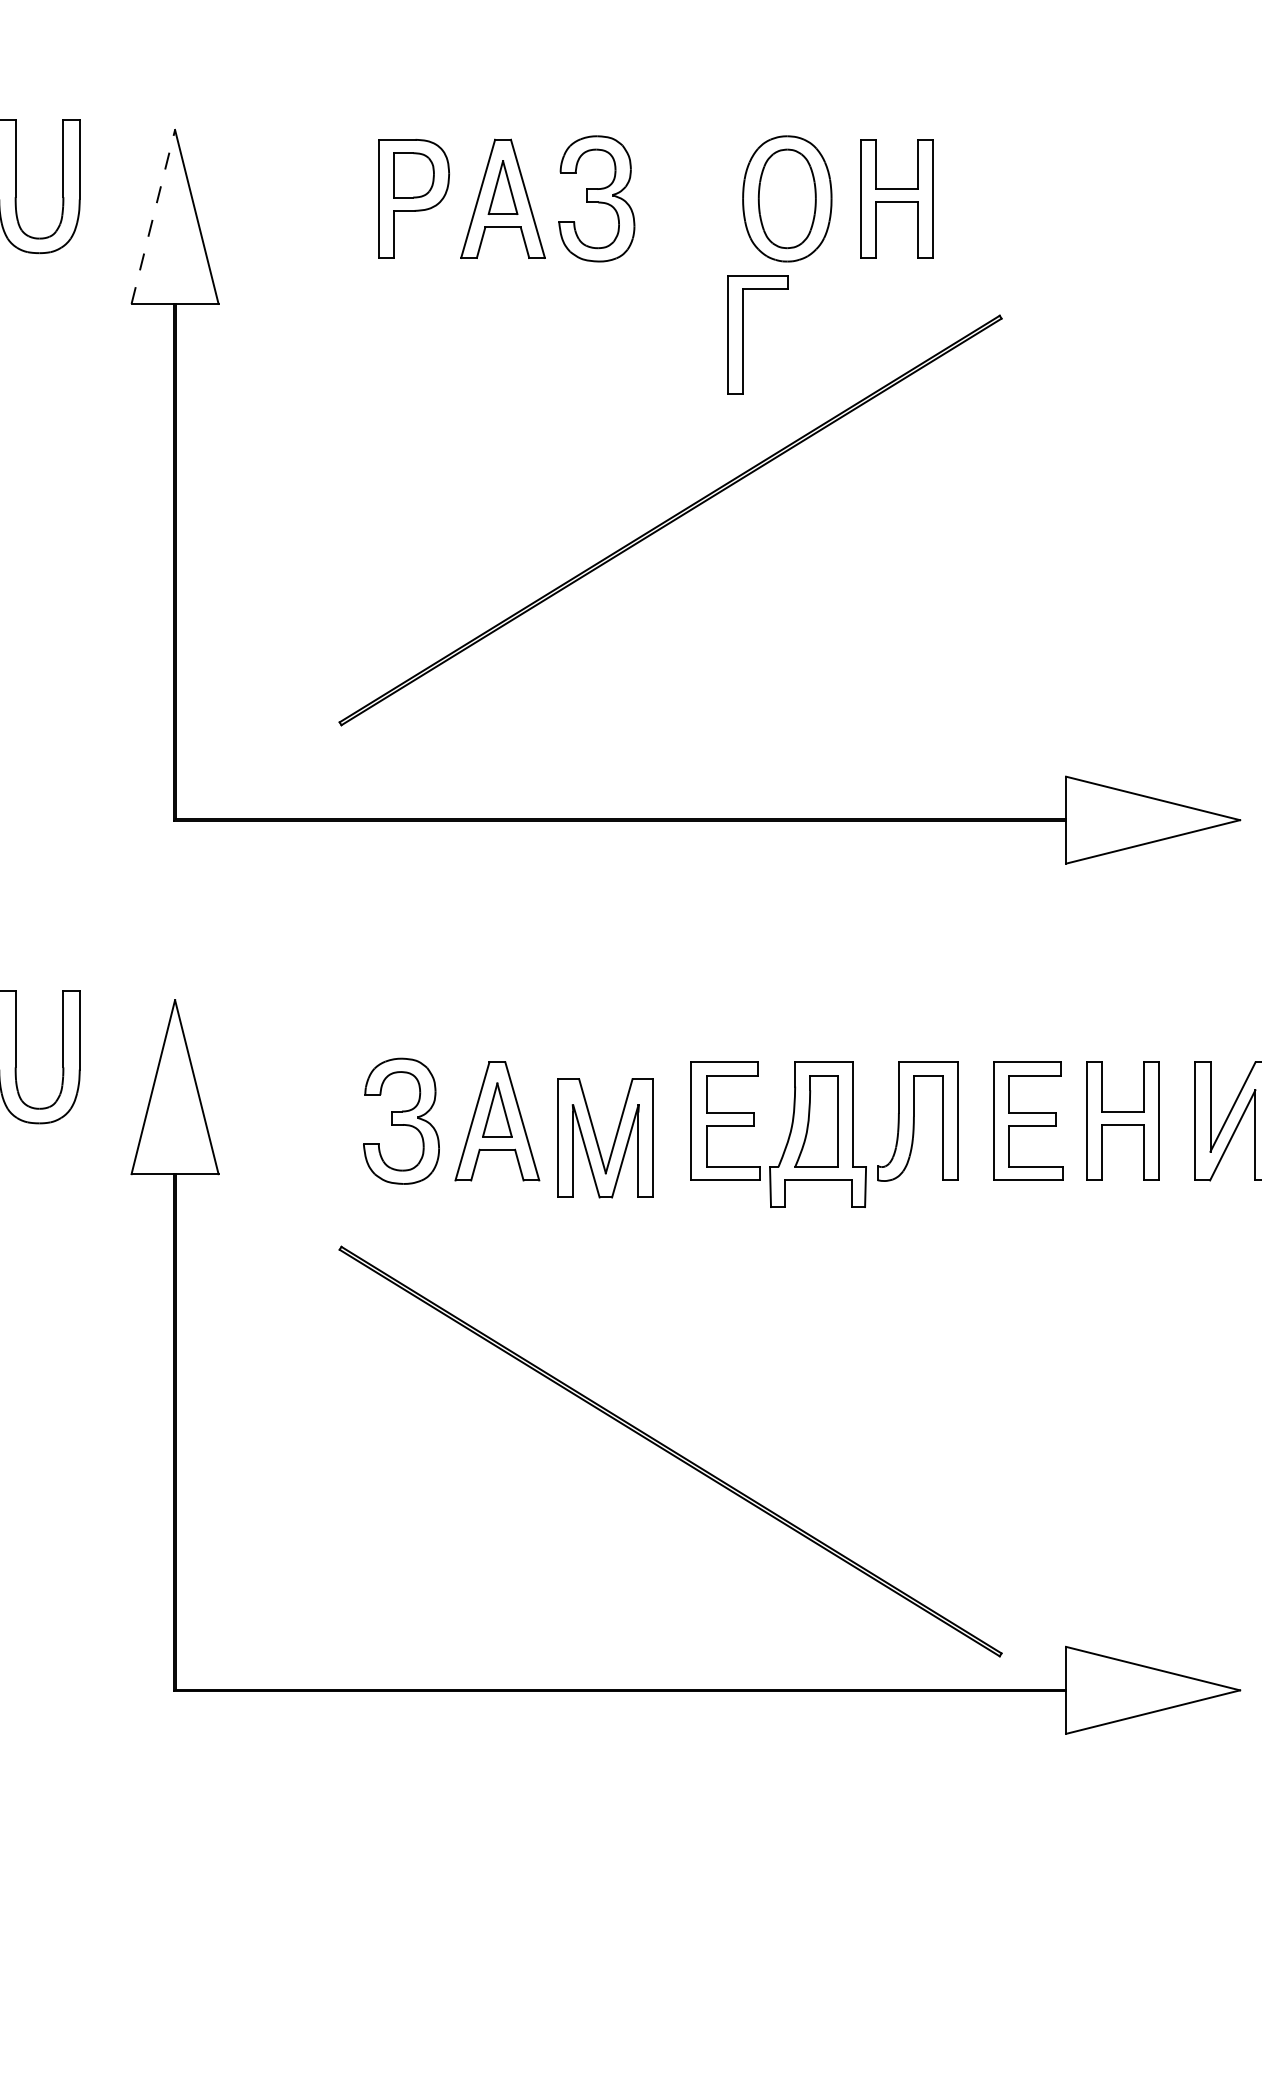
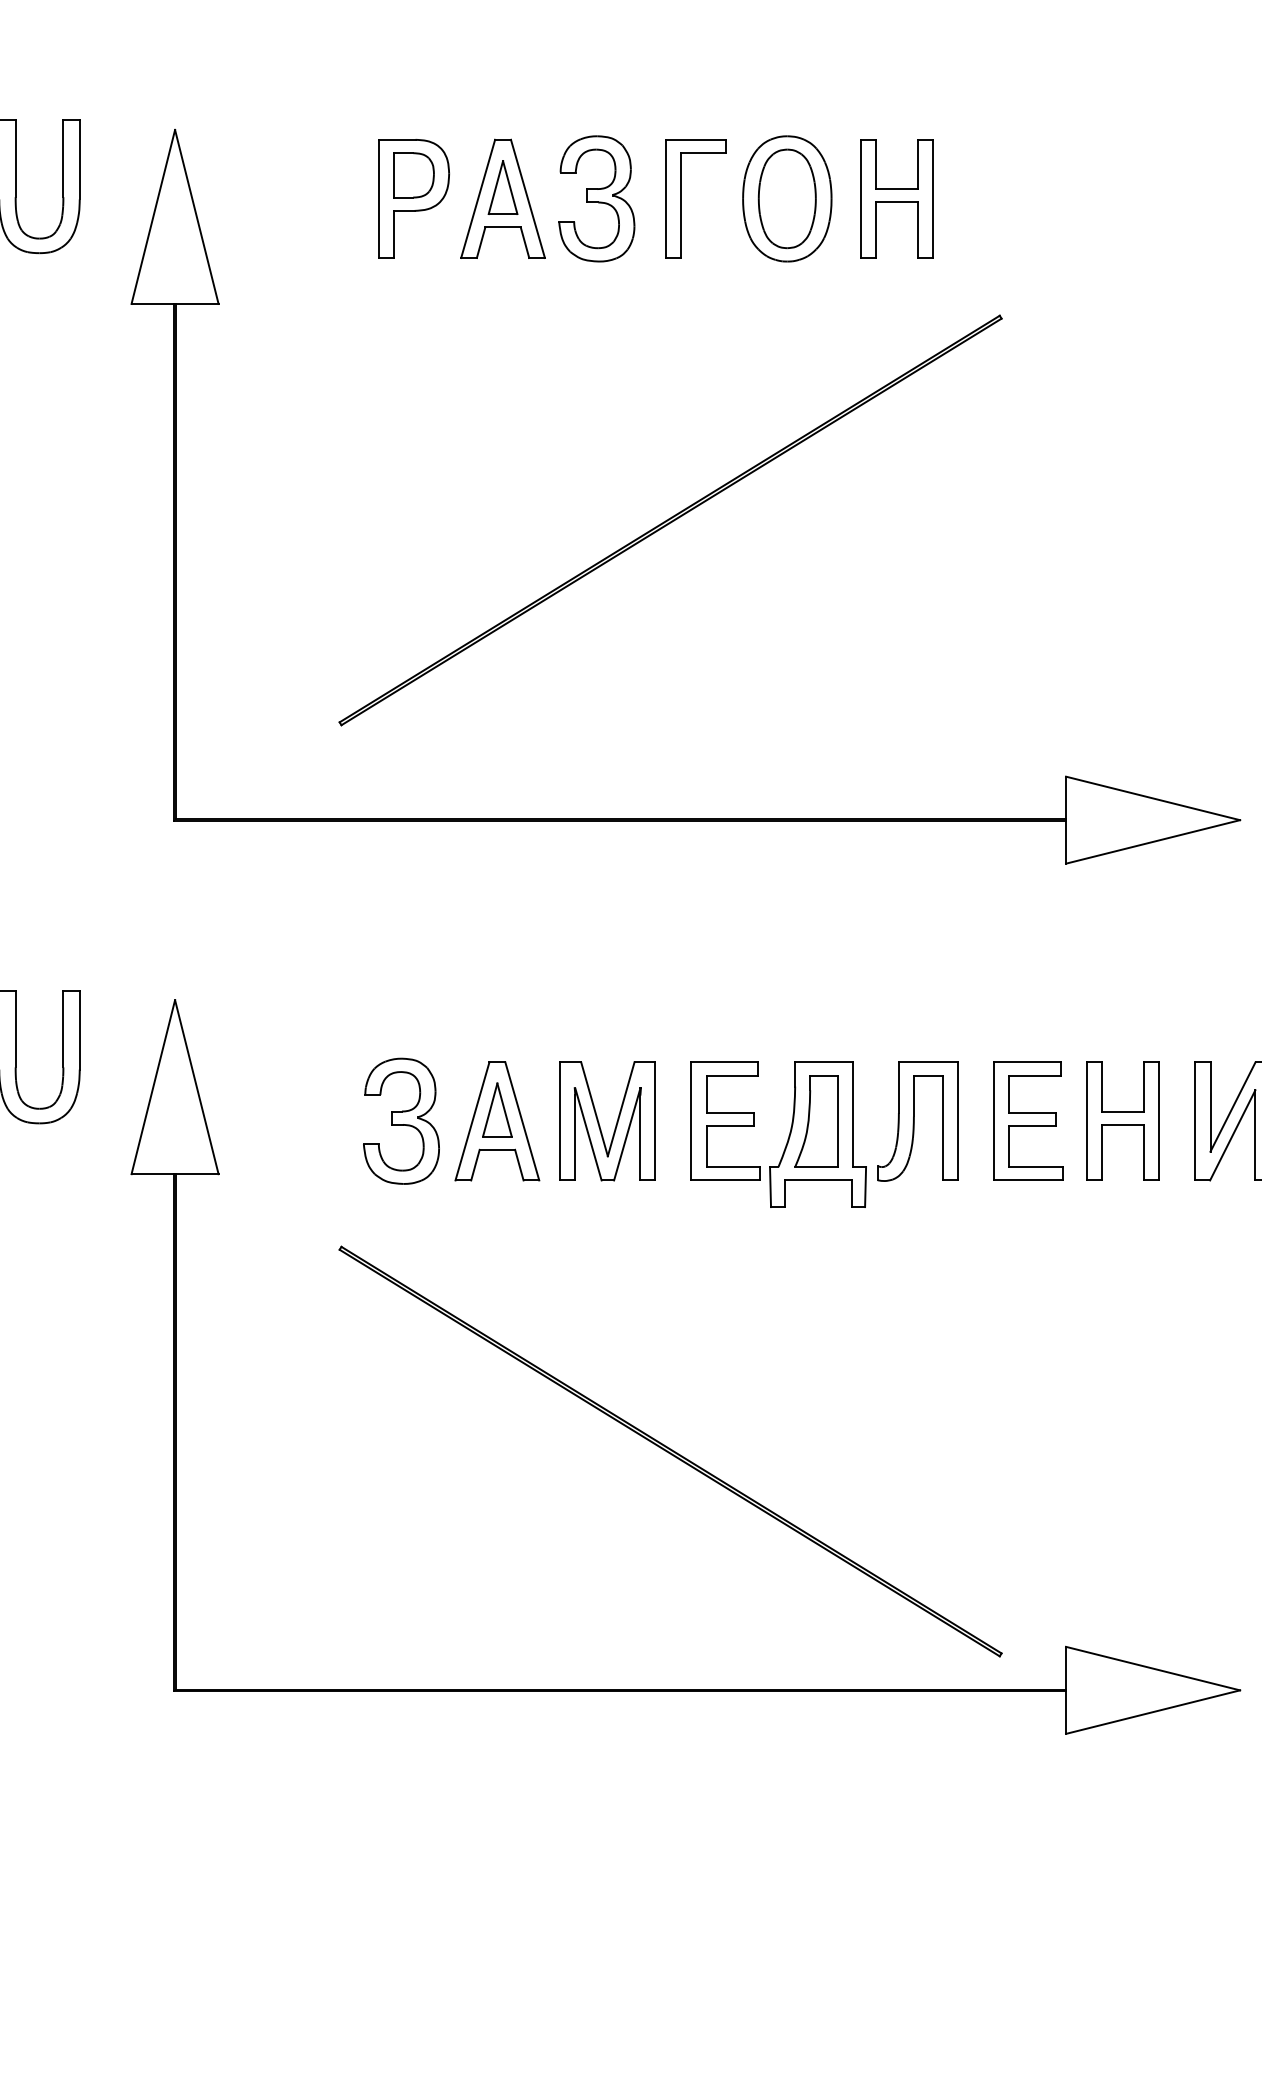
line at (153, 216): dashed -> solid
part at (743, 334) position: (743, 334) -> (681, 198)
part at (597, 1139) position: (597, 1139) -> (599, 1122)
